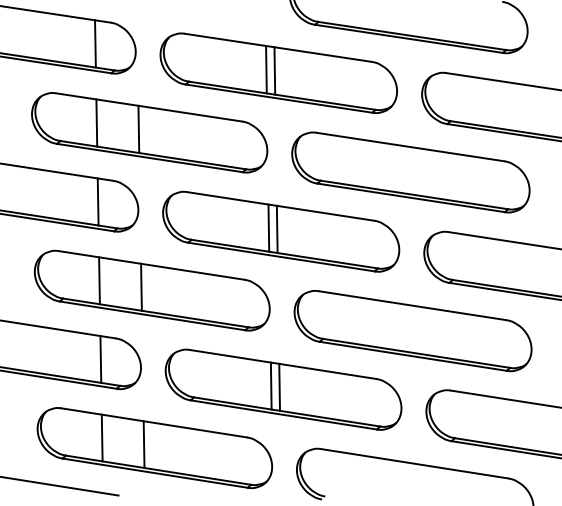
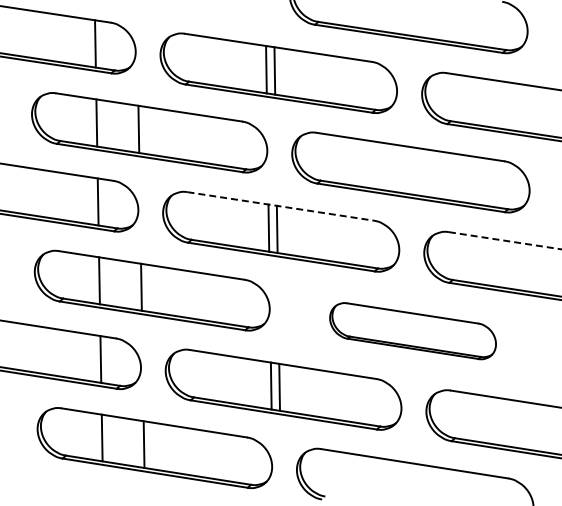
line at (281, 206): solid -> dashed
line at (505, 240): solid -> dashed
part at (412, 331) size: 240x83 px -> 168x59 px
line at (60, 486): present -> none
